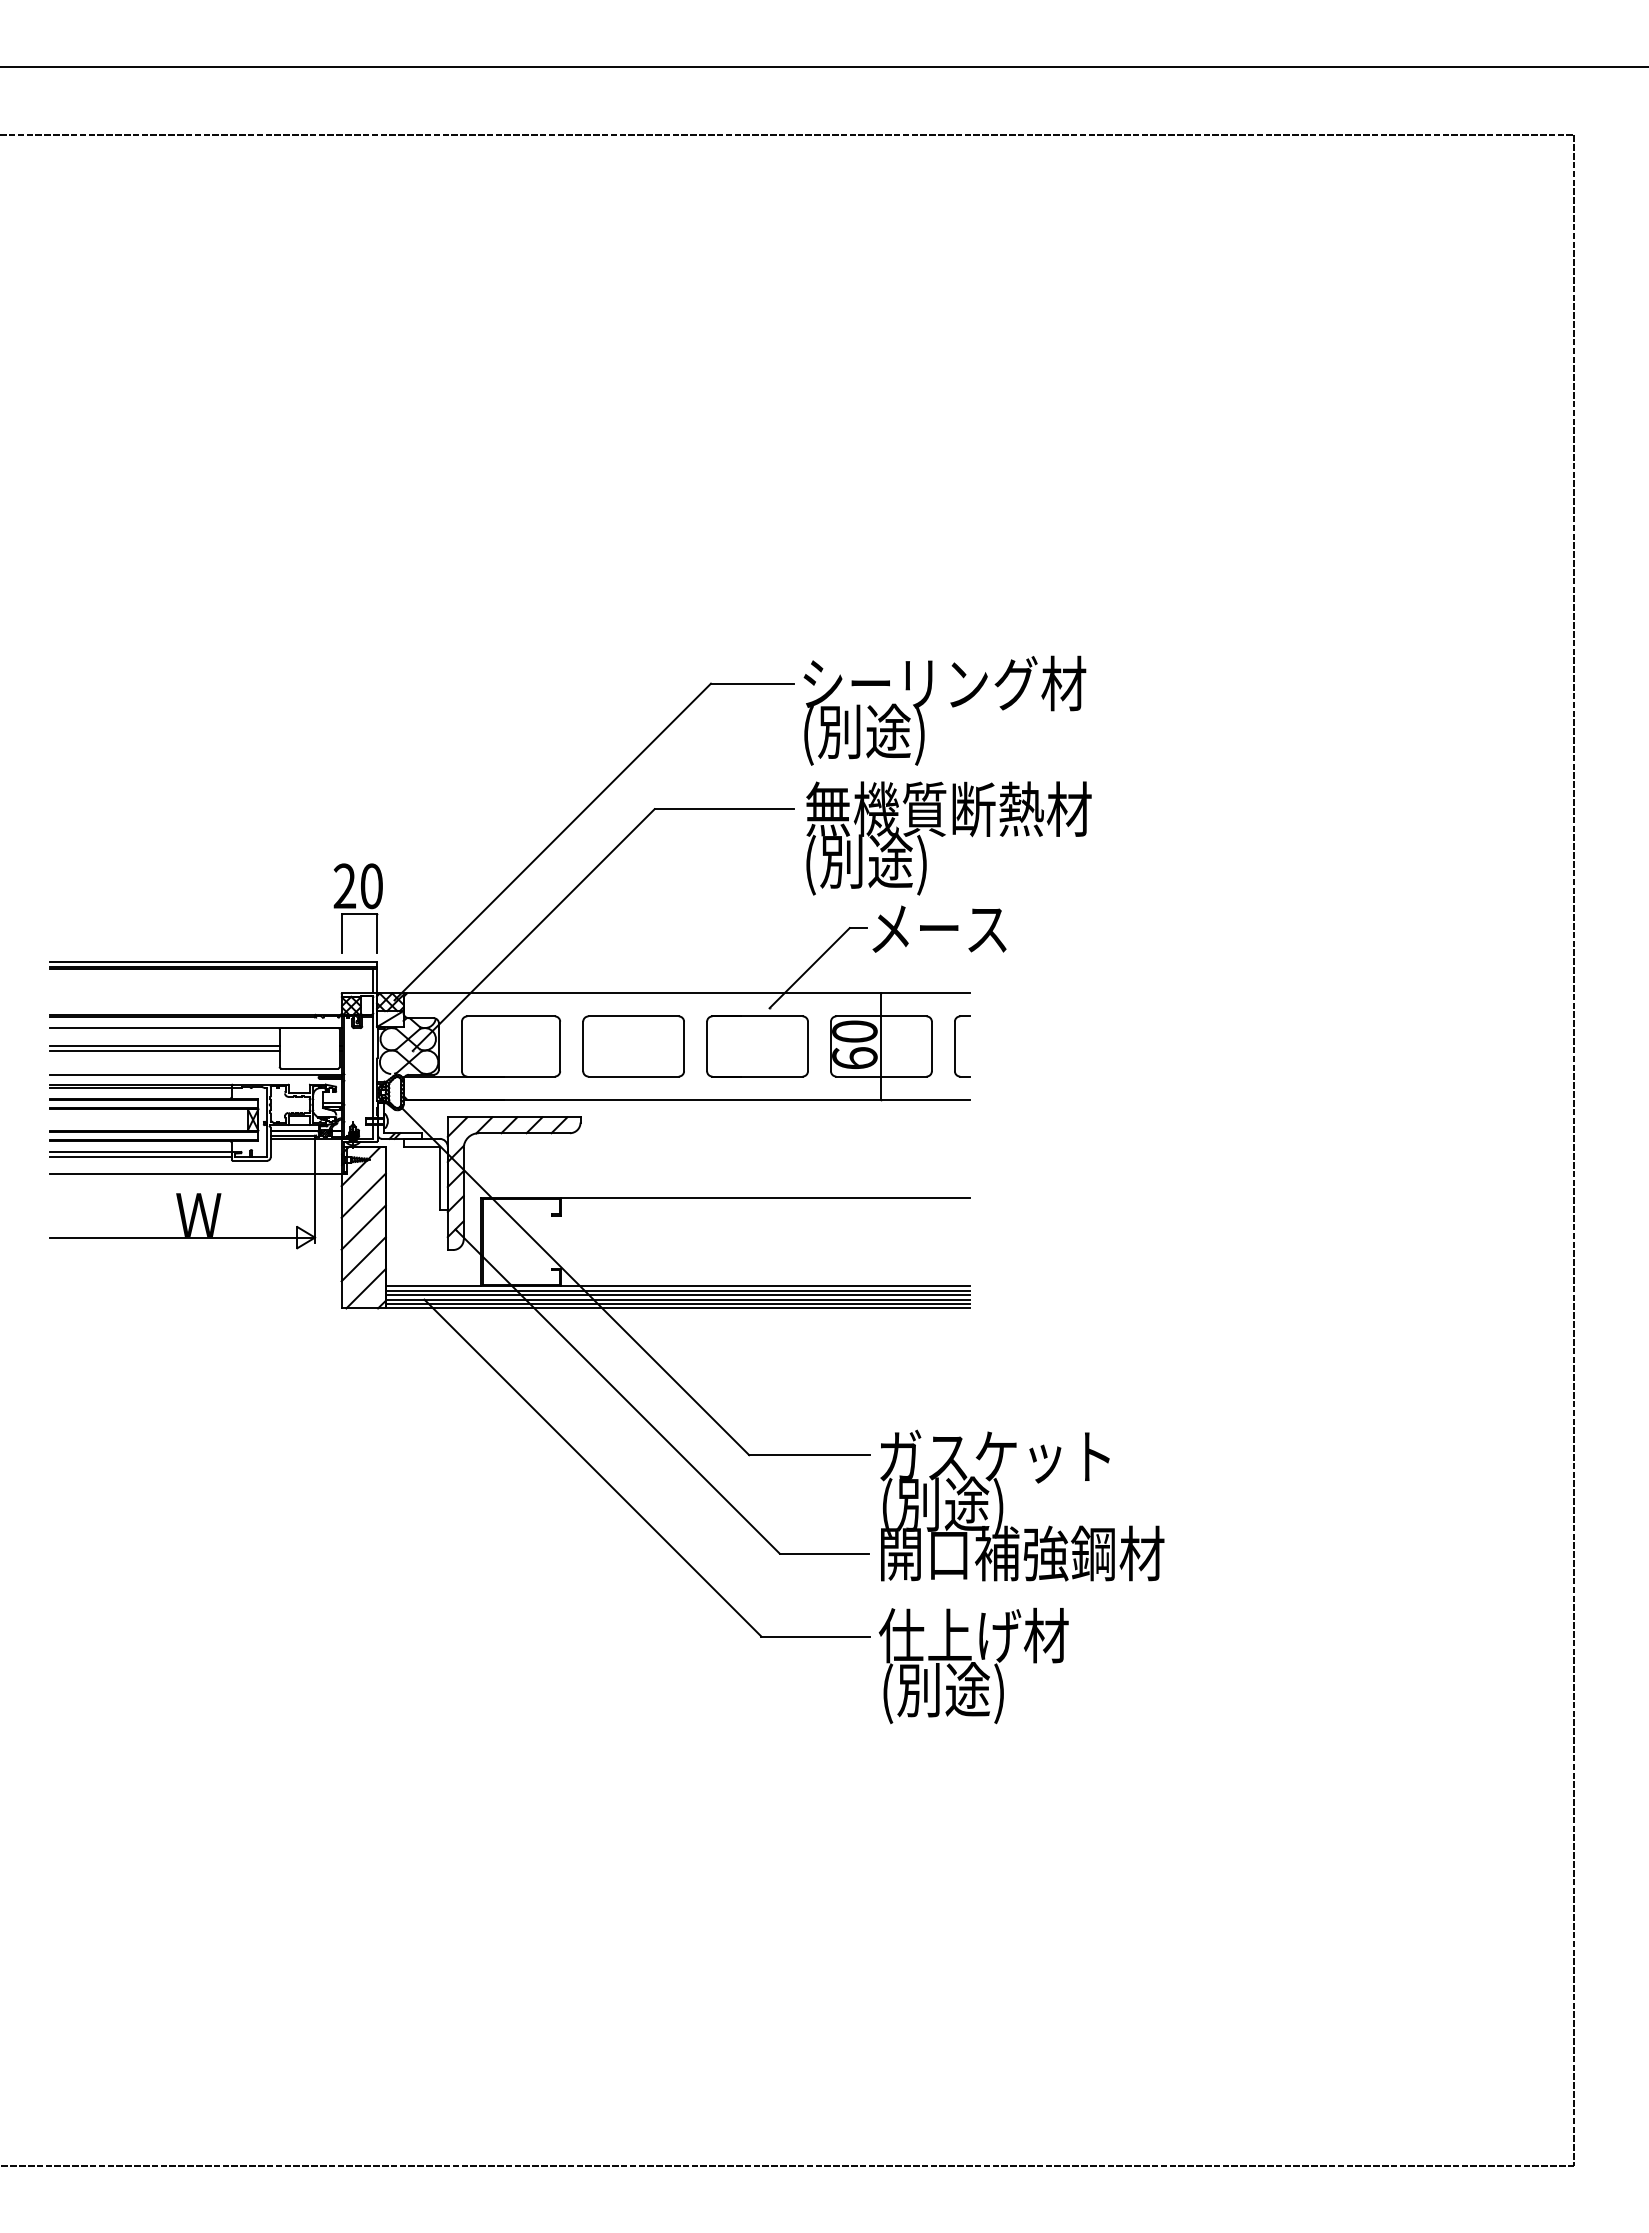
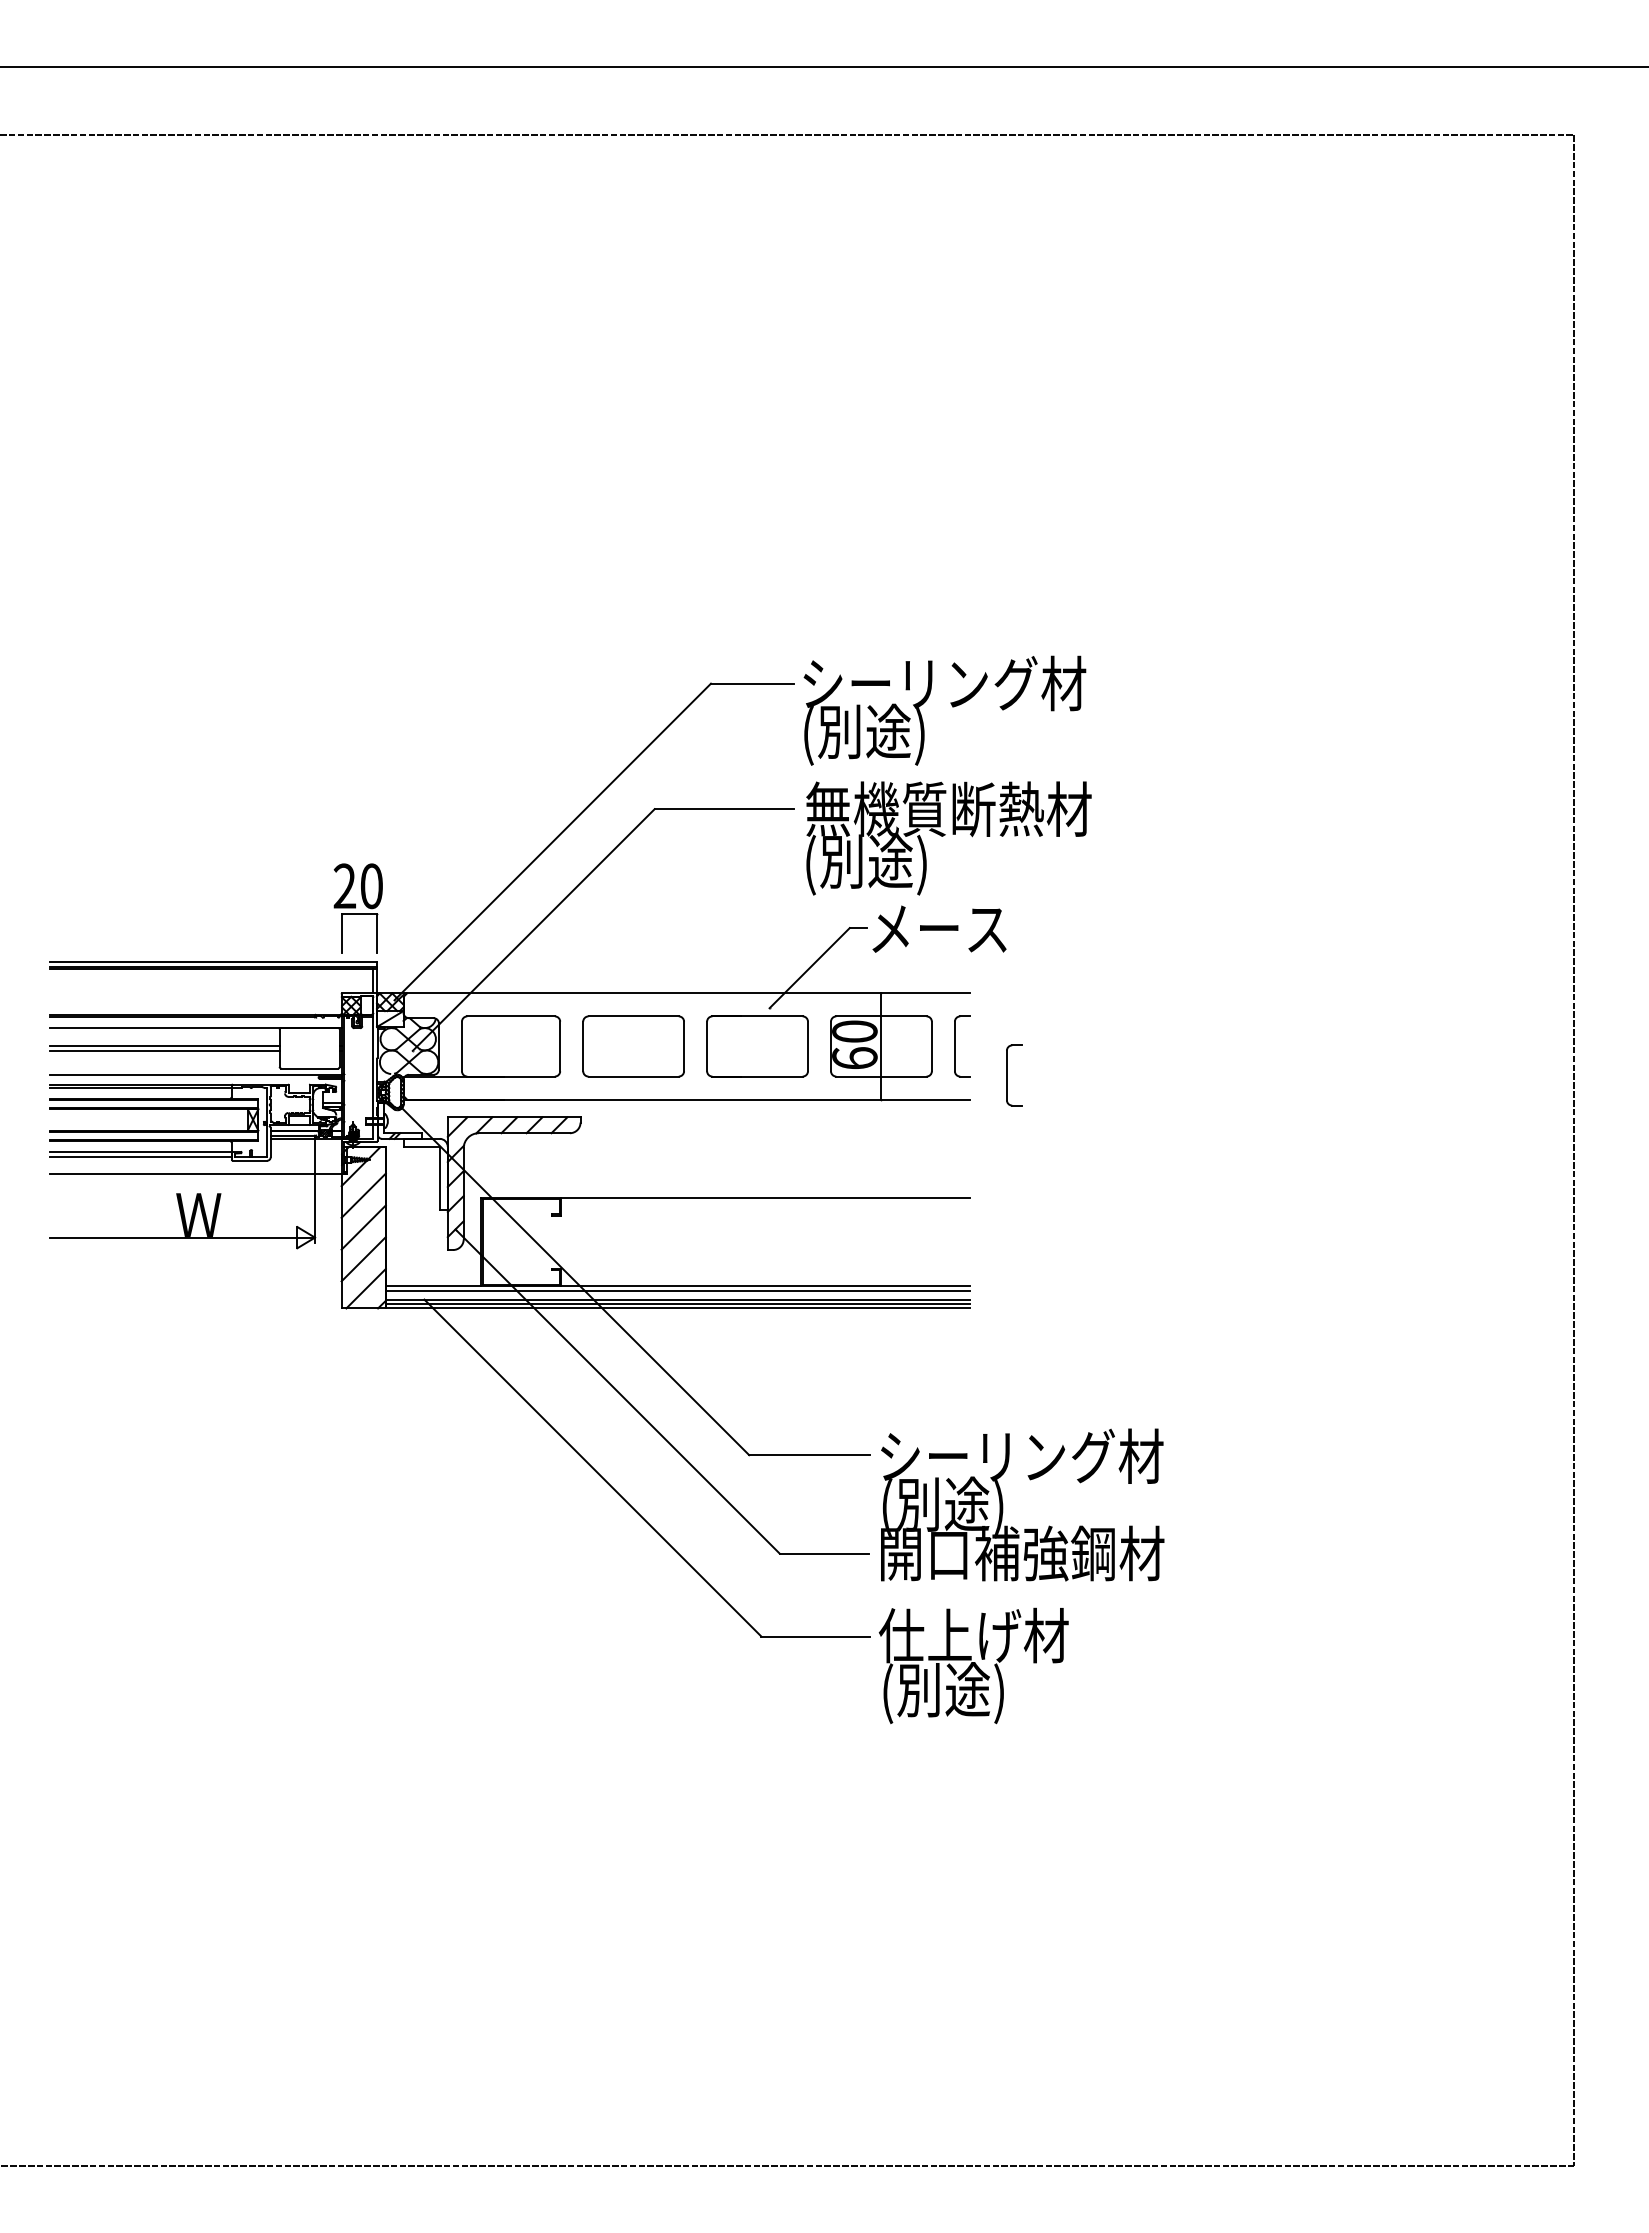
part at (1007, 1075): none -> present
line at (677, 1295): present -> none
text at (1021, 1455): ガスケット -> シーリング材
